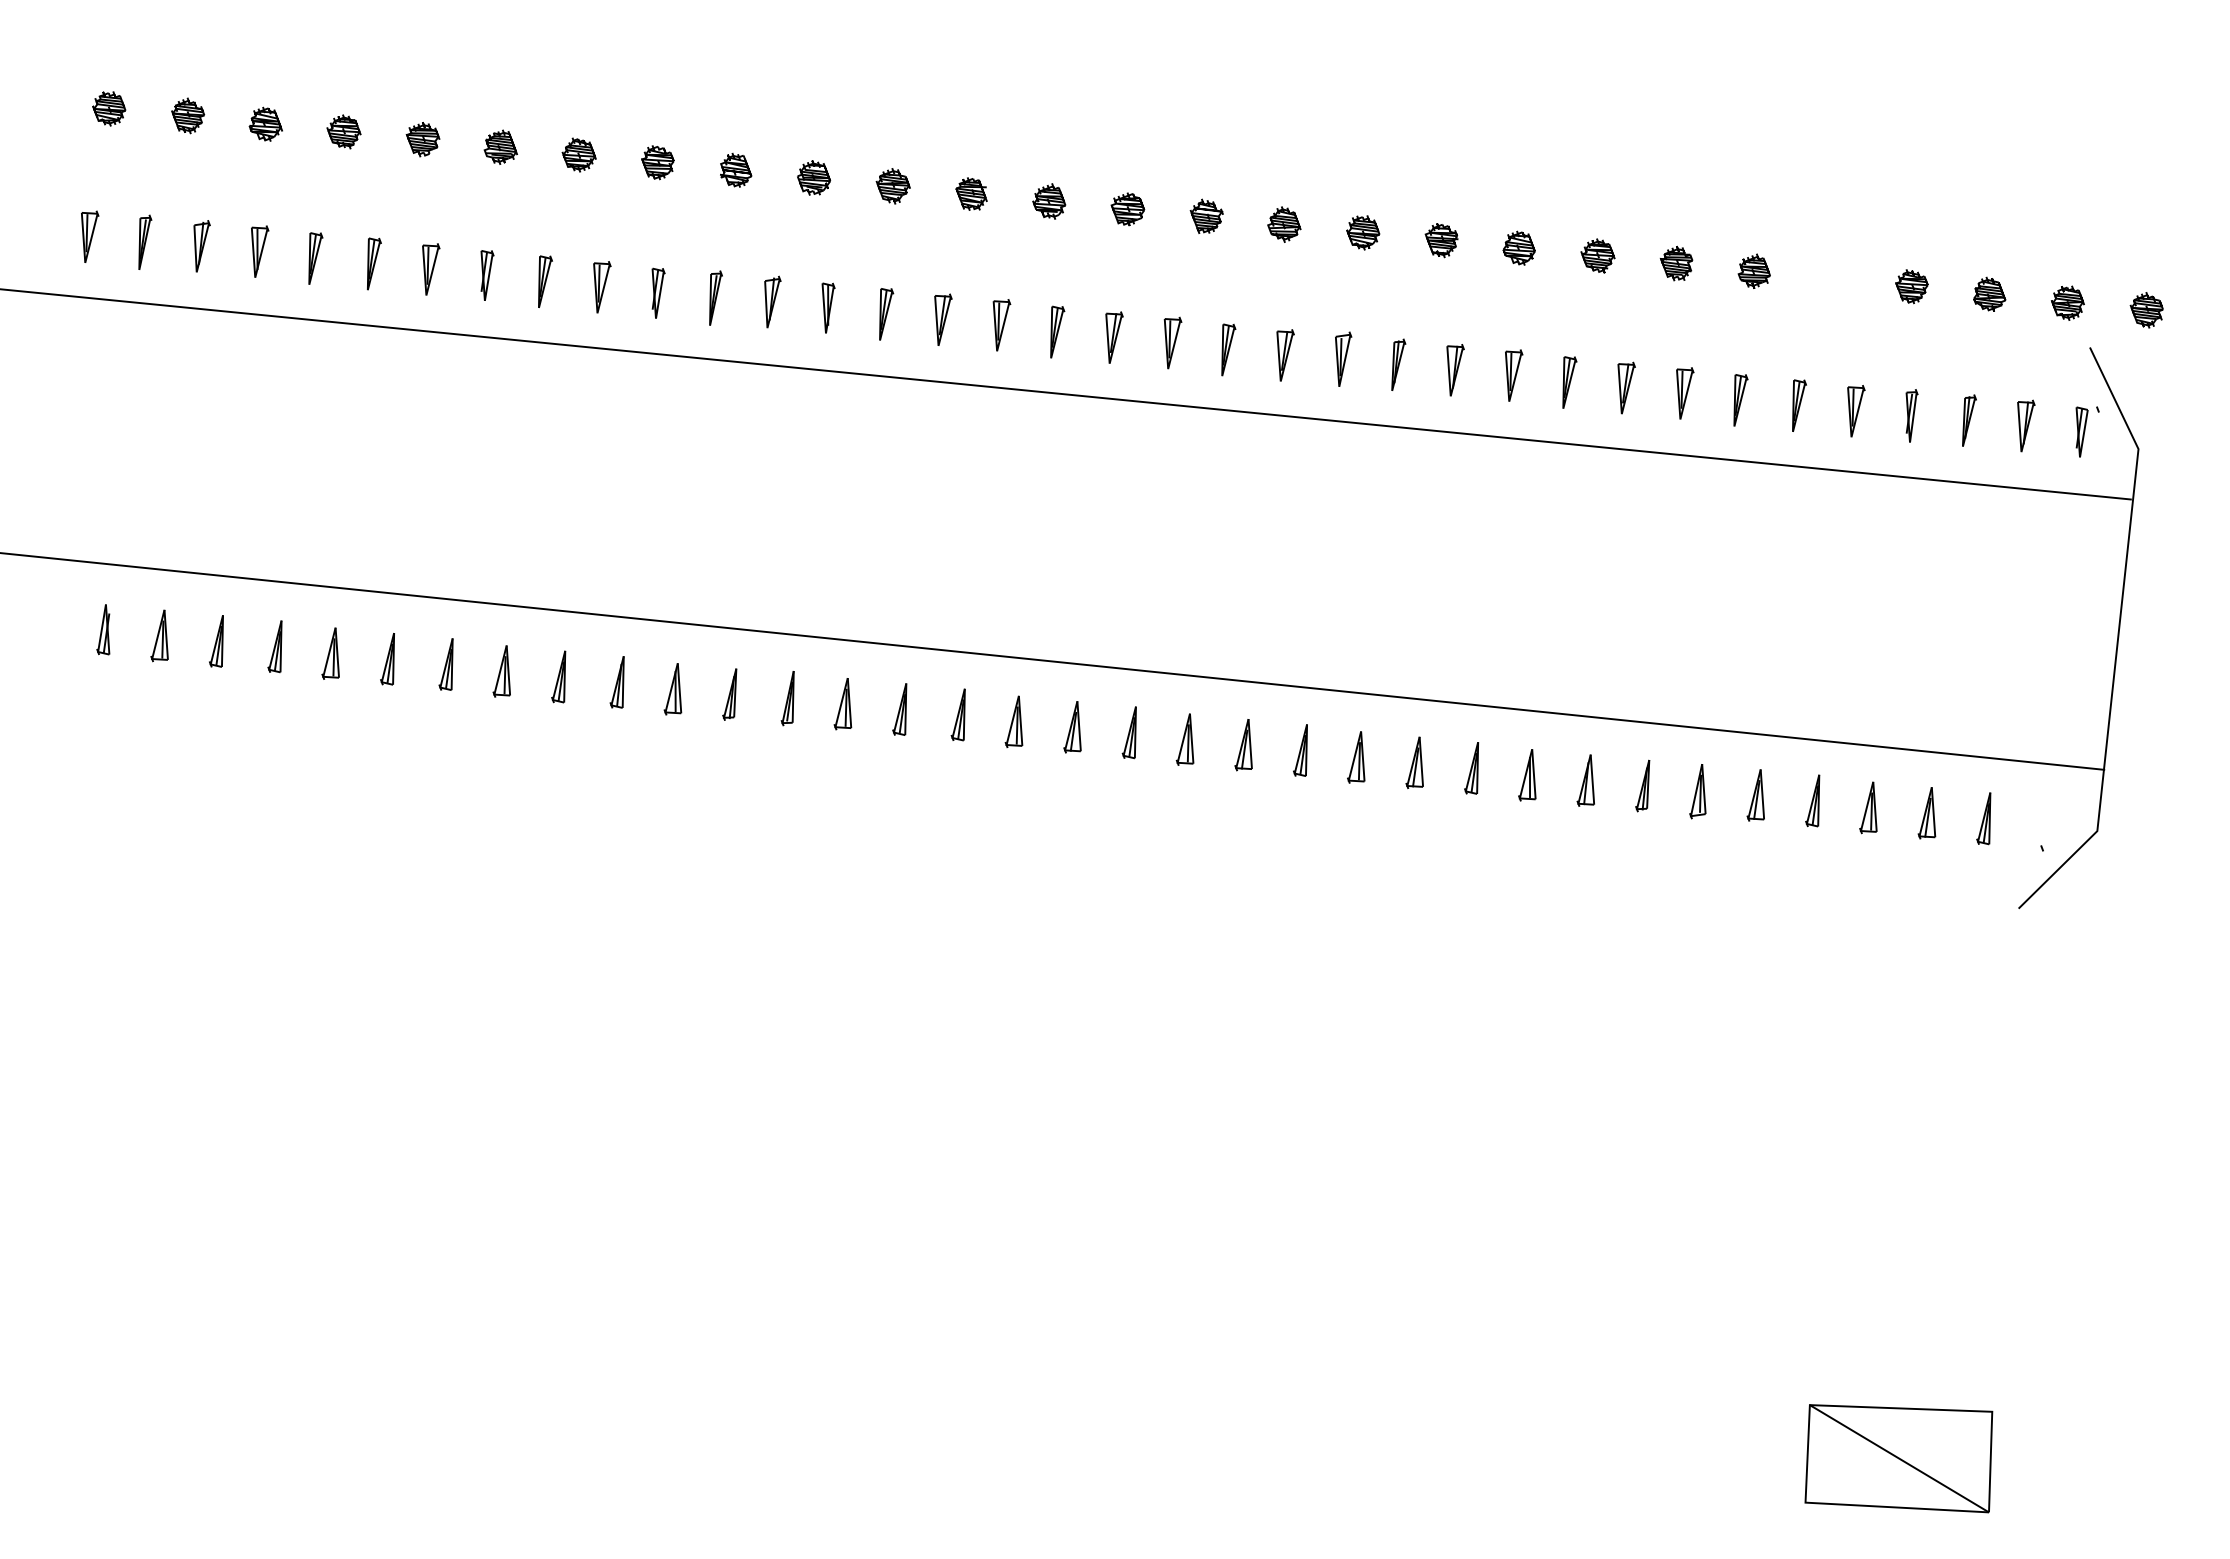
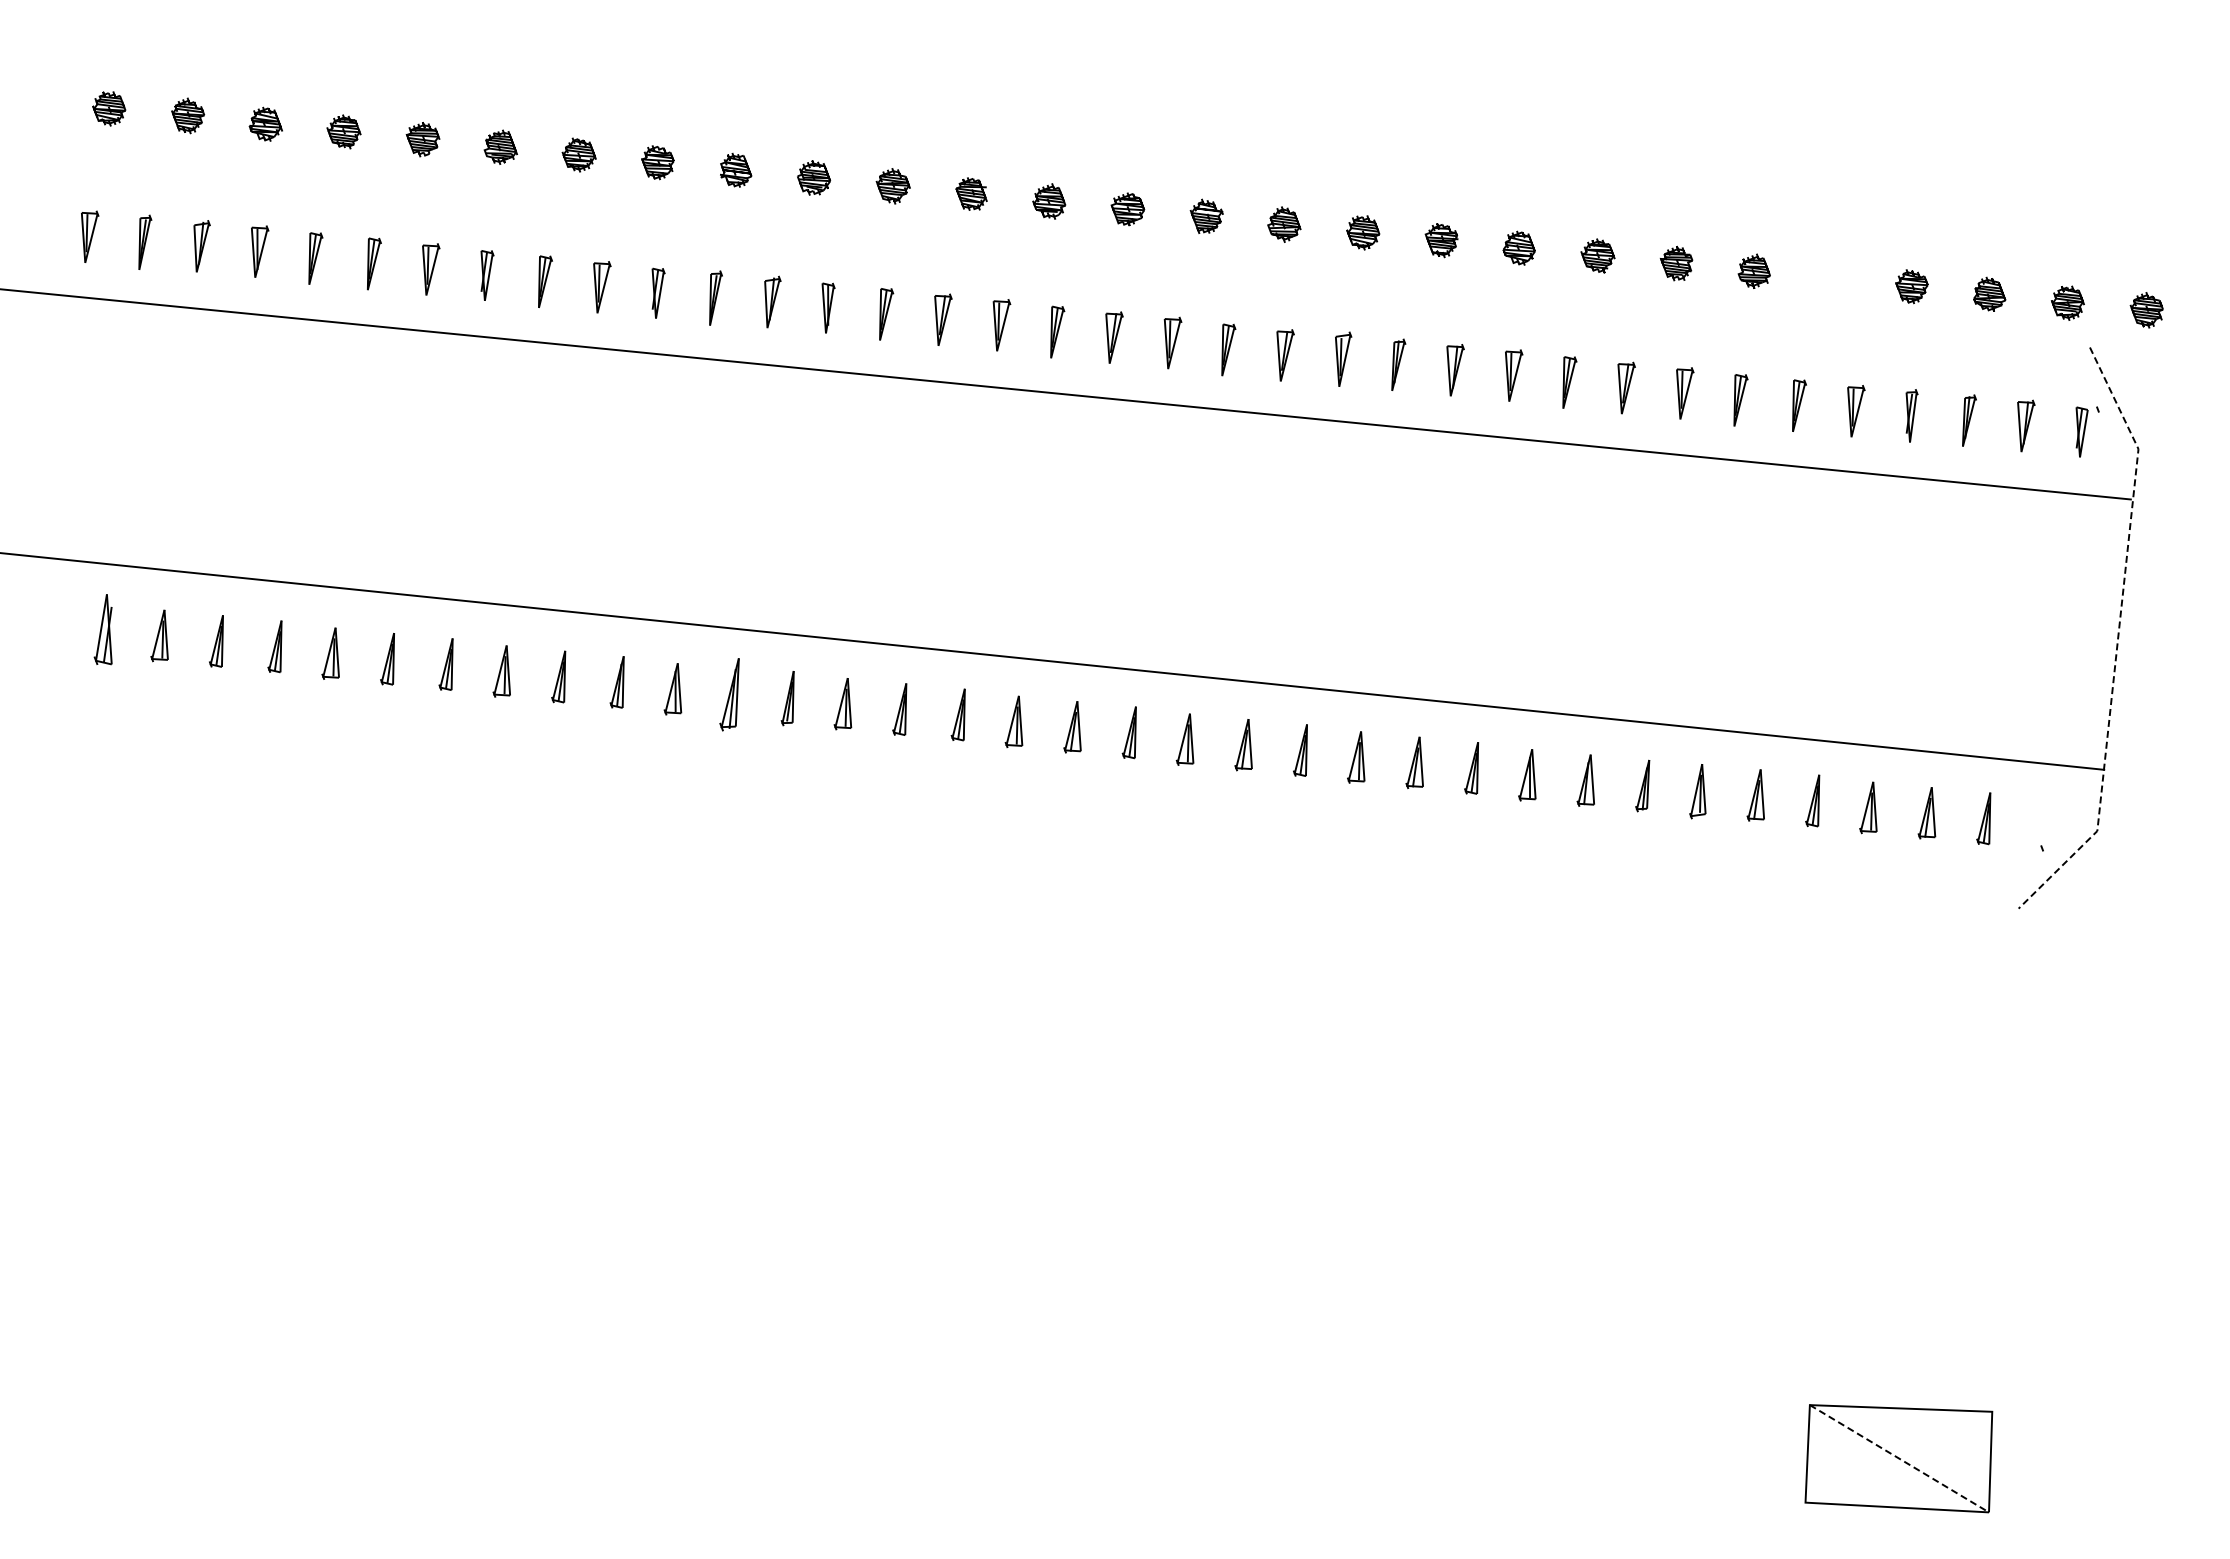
part at (103, 629) size: 15x52 px -> 20x72 px
line at (2117, 639): solid -> dashed
part at (729, 694) size: 16x53 px -> 21x74 px
line at (1899, 1459): solid -> dashed
